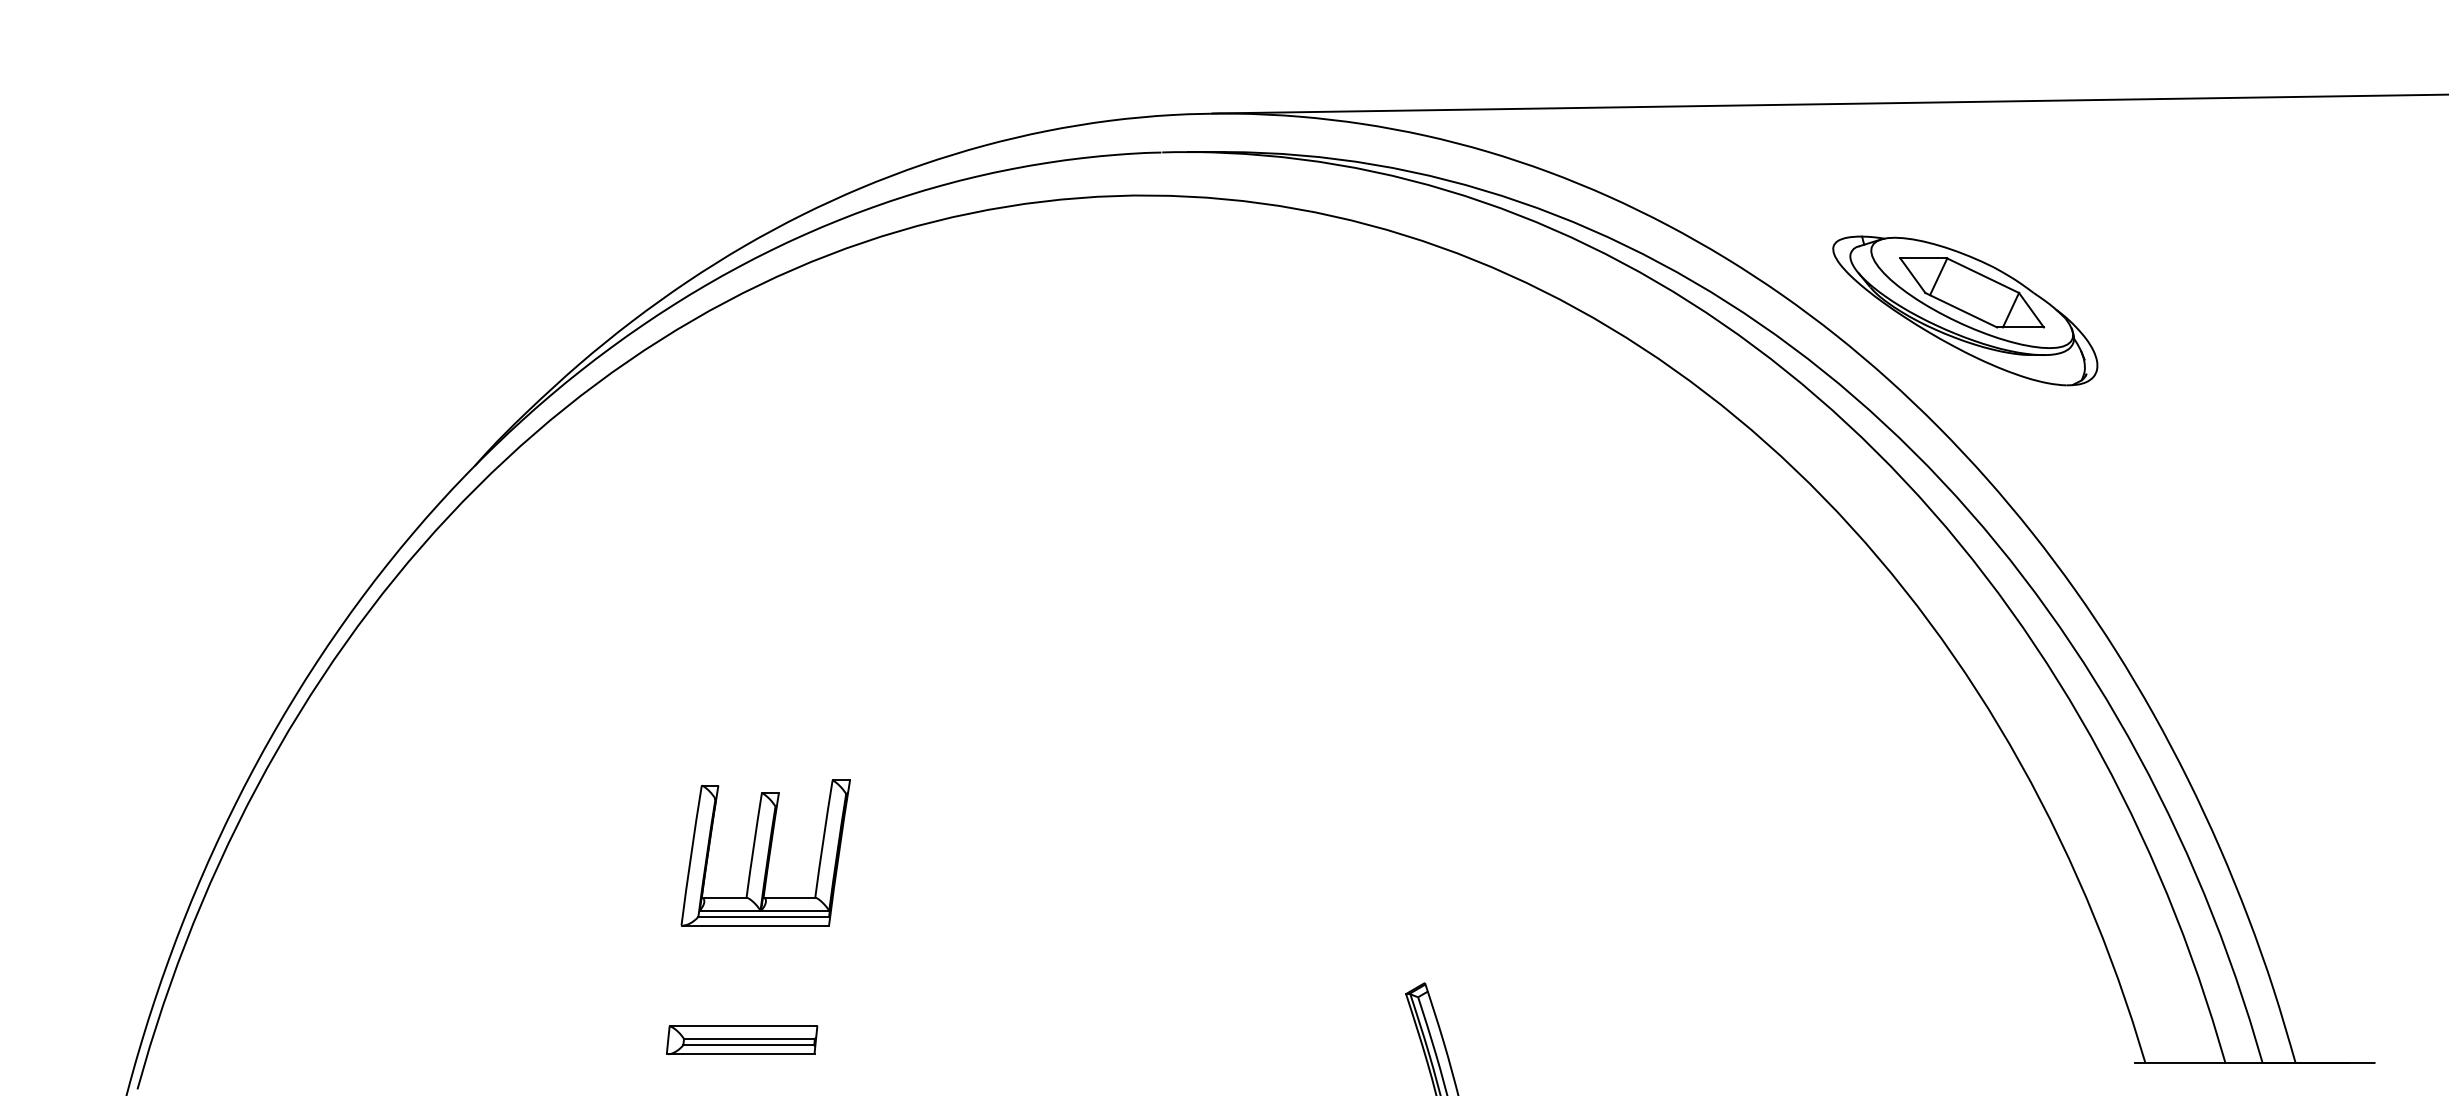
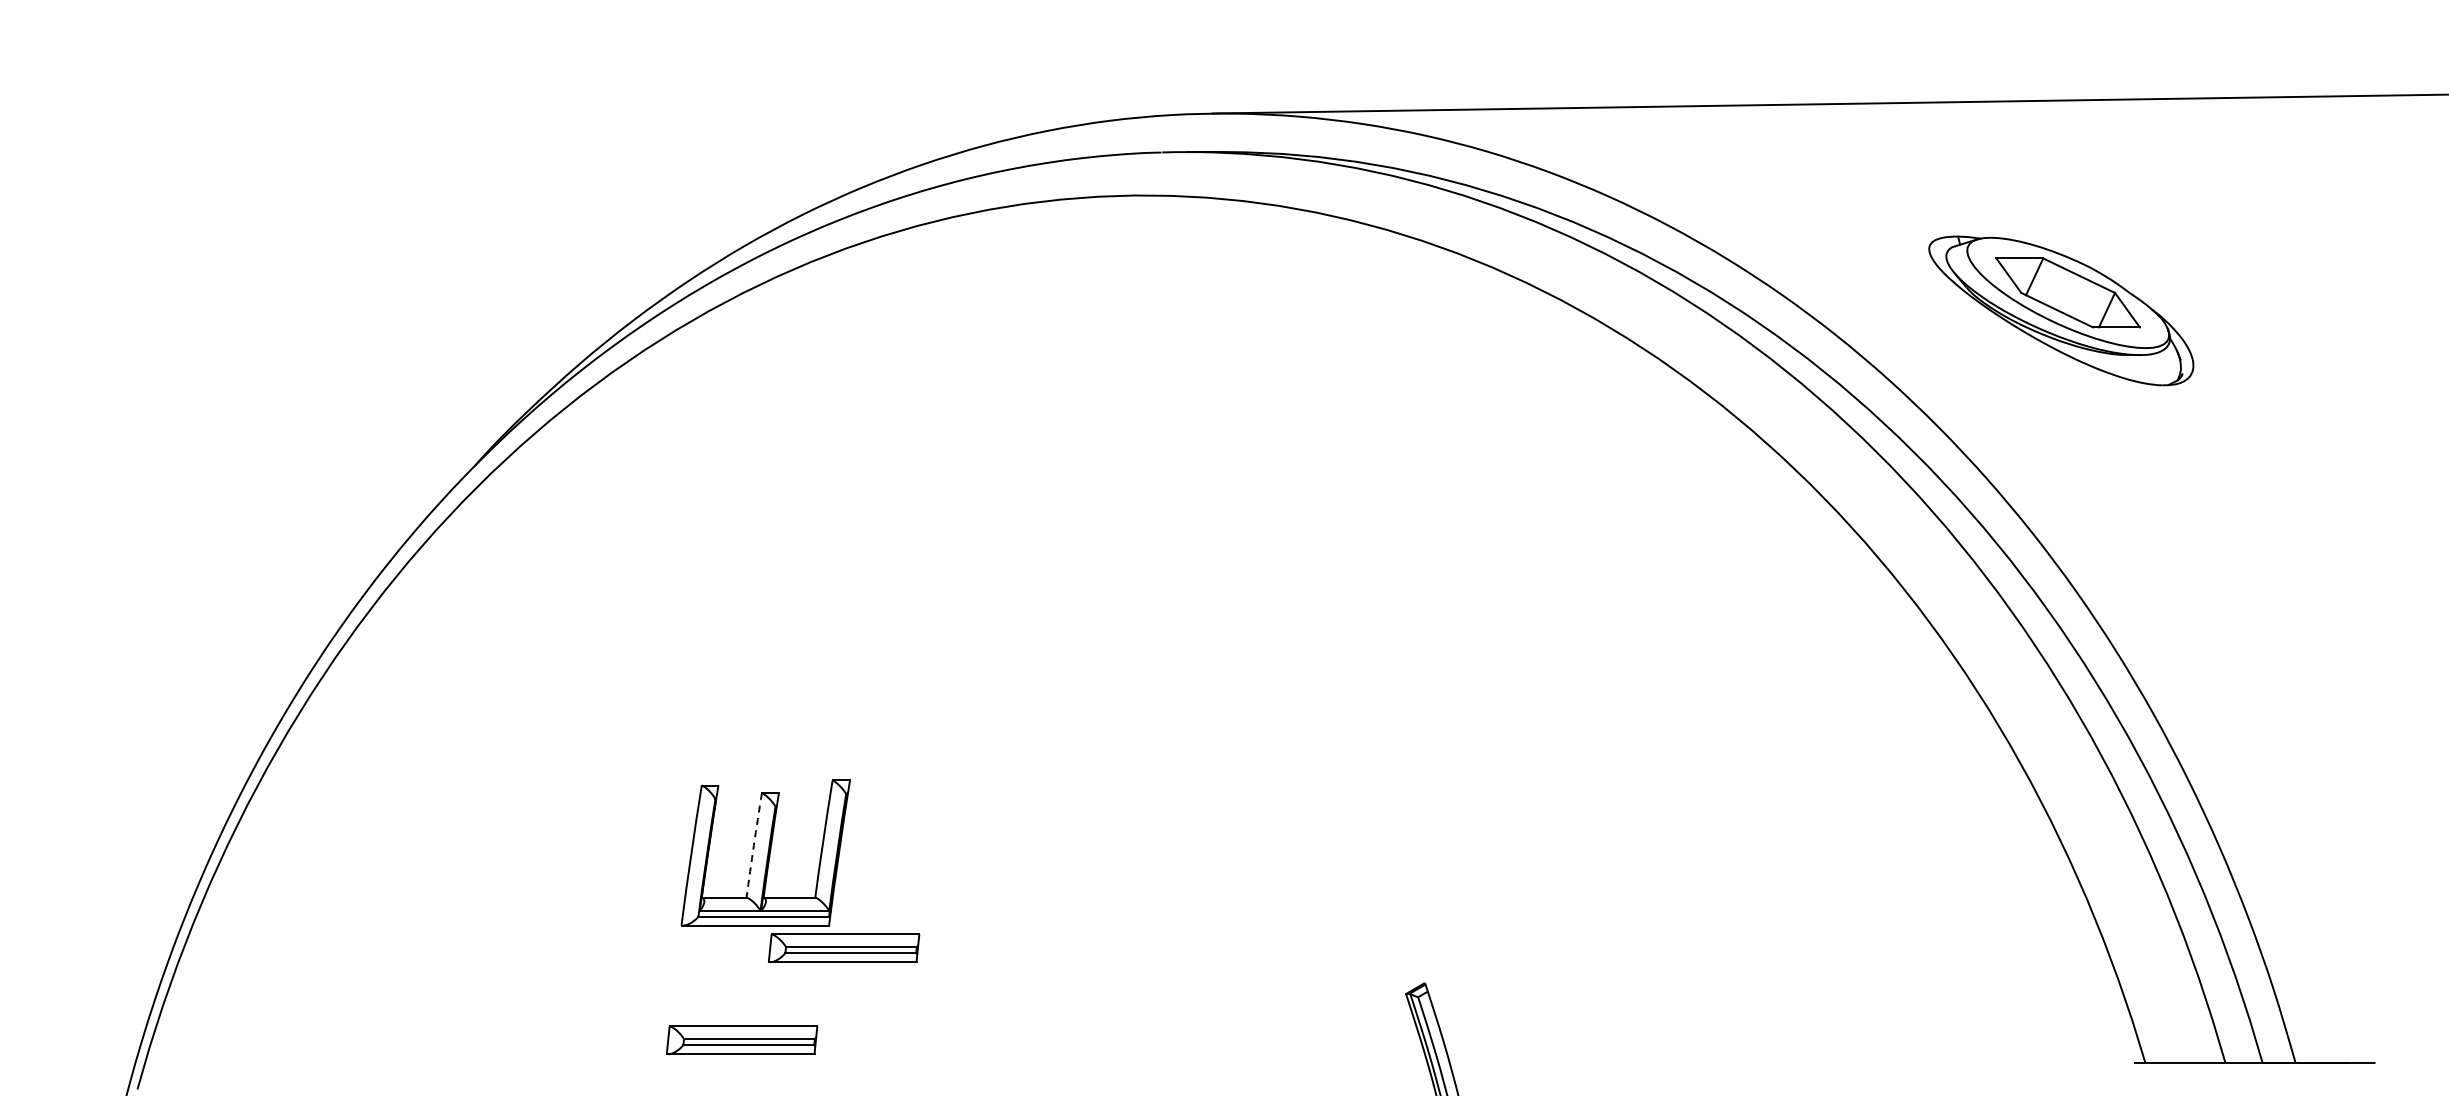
part at (1965, 310) position: (1965, 310) -> (2061, 310)
arc at (753, 845): solid -> dashed
part at (844, 948): none -> present
